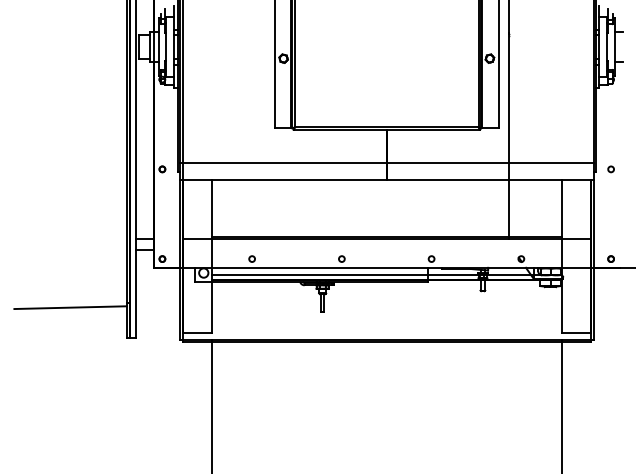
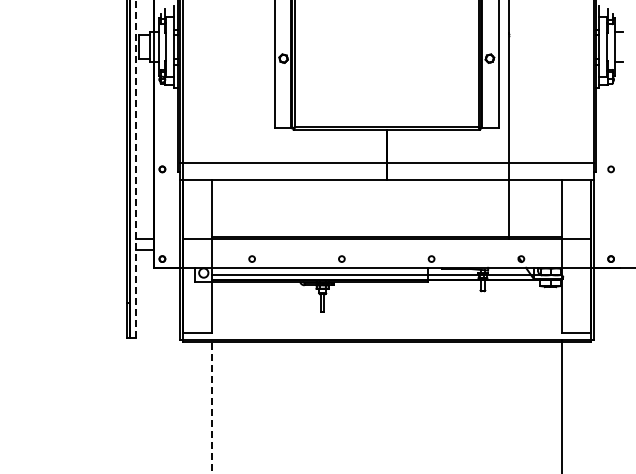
line at (136, 169): solid -> dashed
line at (70, 307): present -> none
line at (211, 406): solid -> dashed
